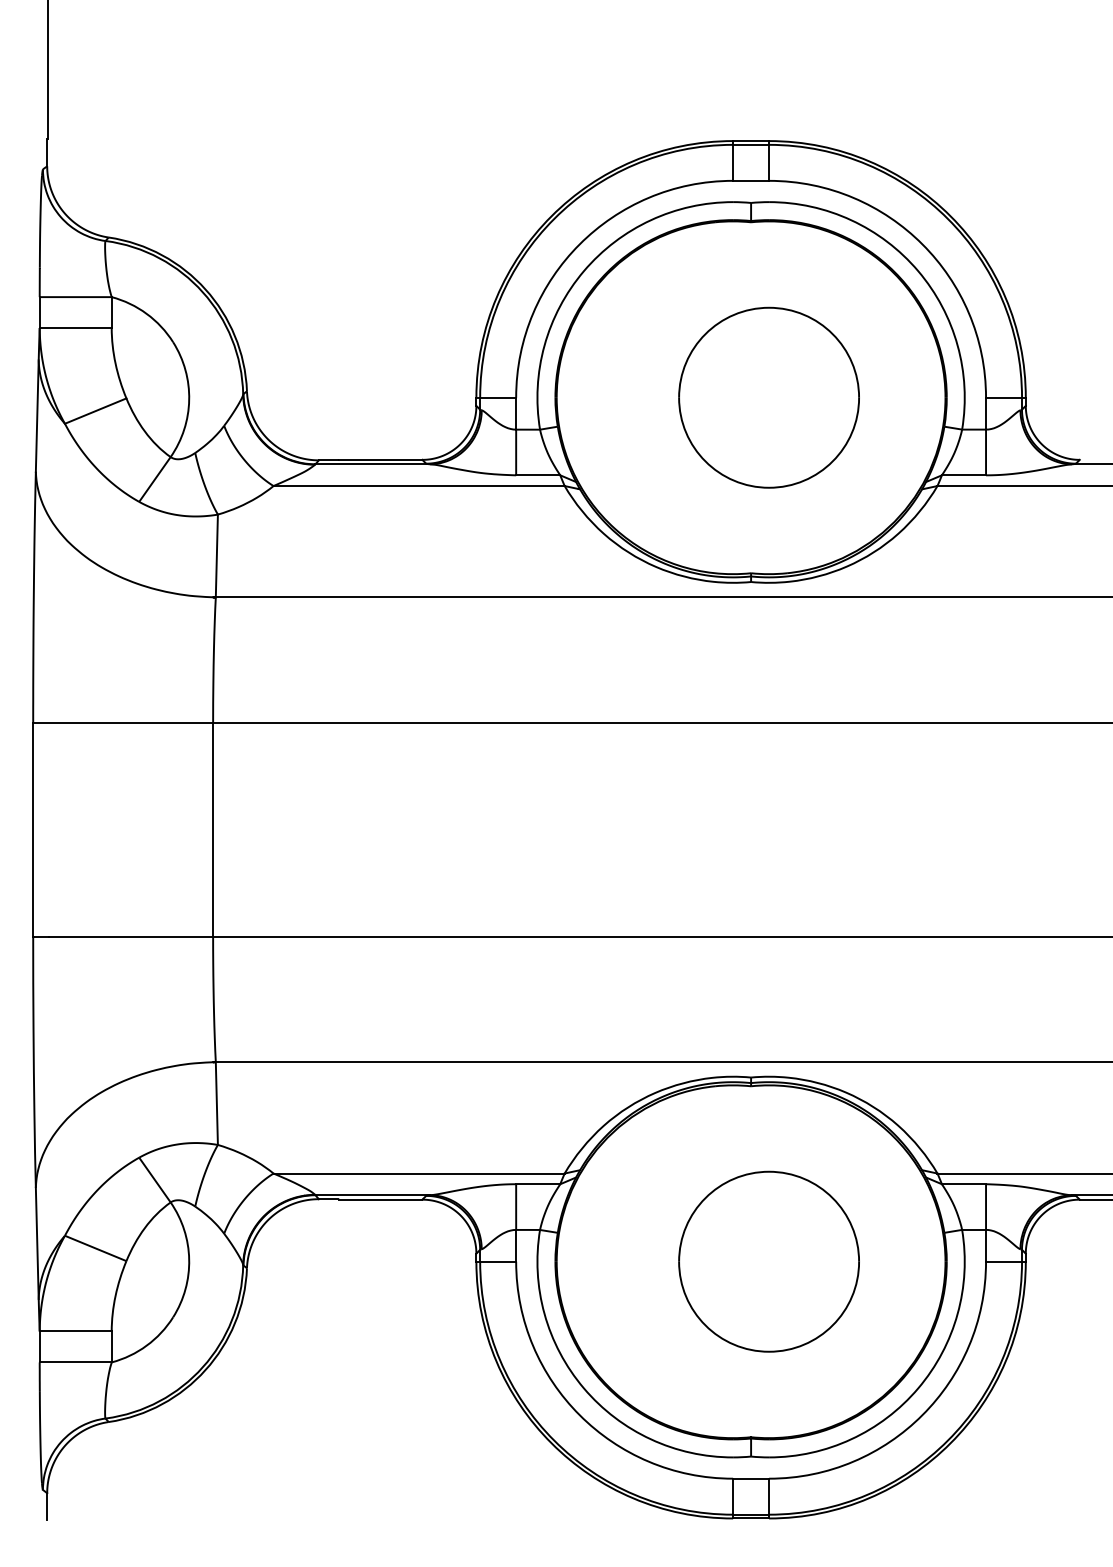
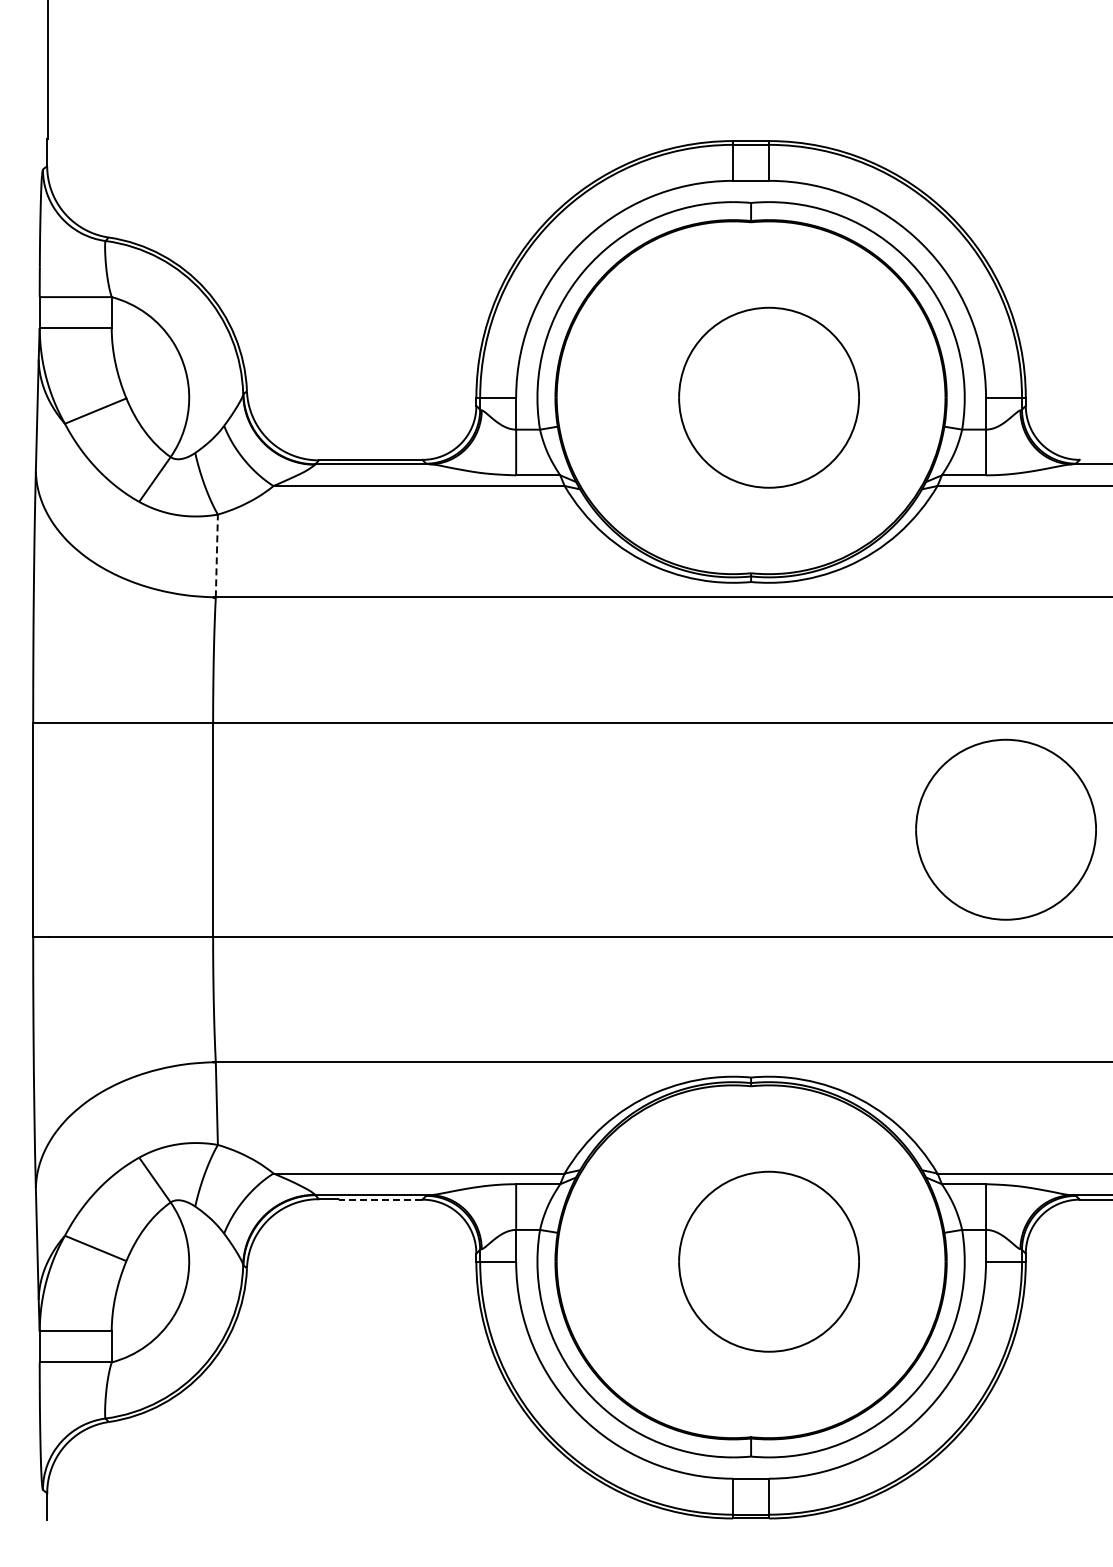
line at (216, 555): solid -> dashed
part at (1005, 829): none -> present
line at (380, 1199): solid -> dashed
